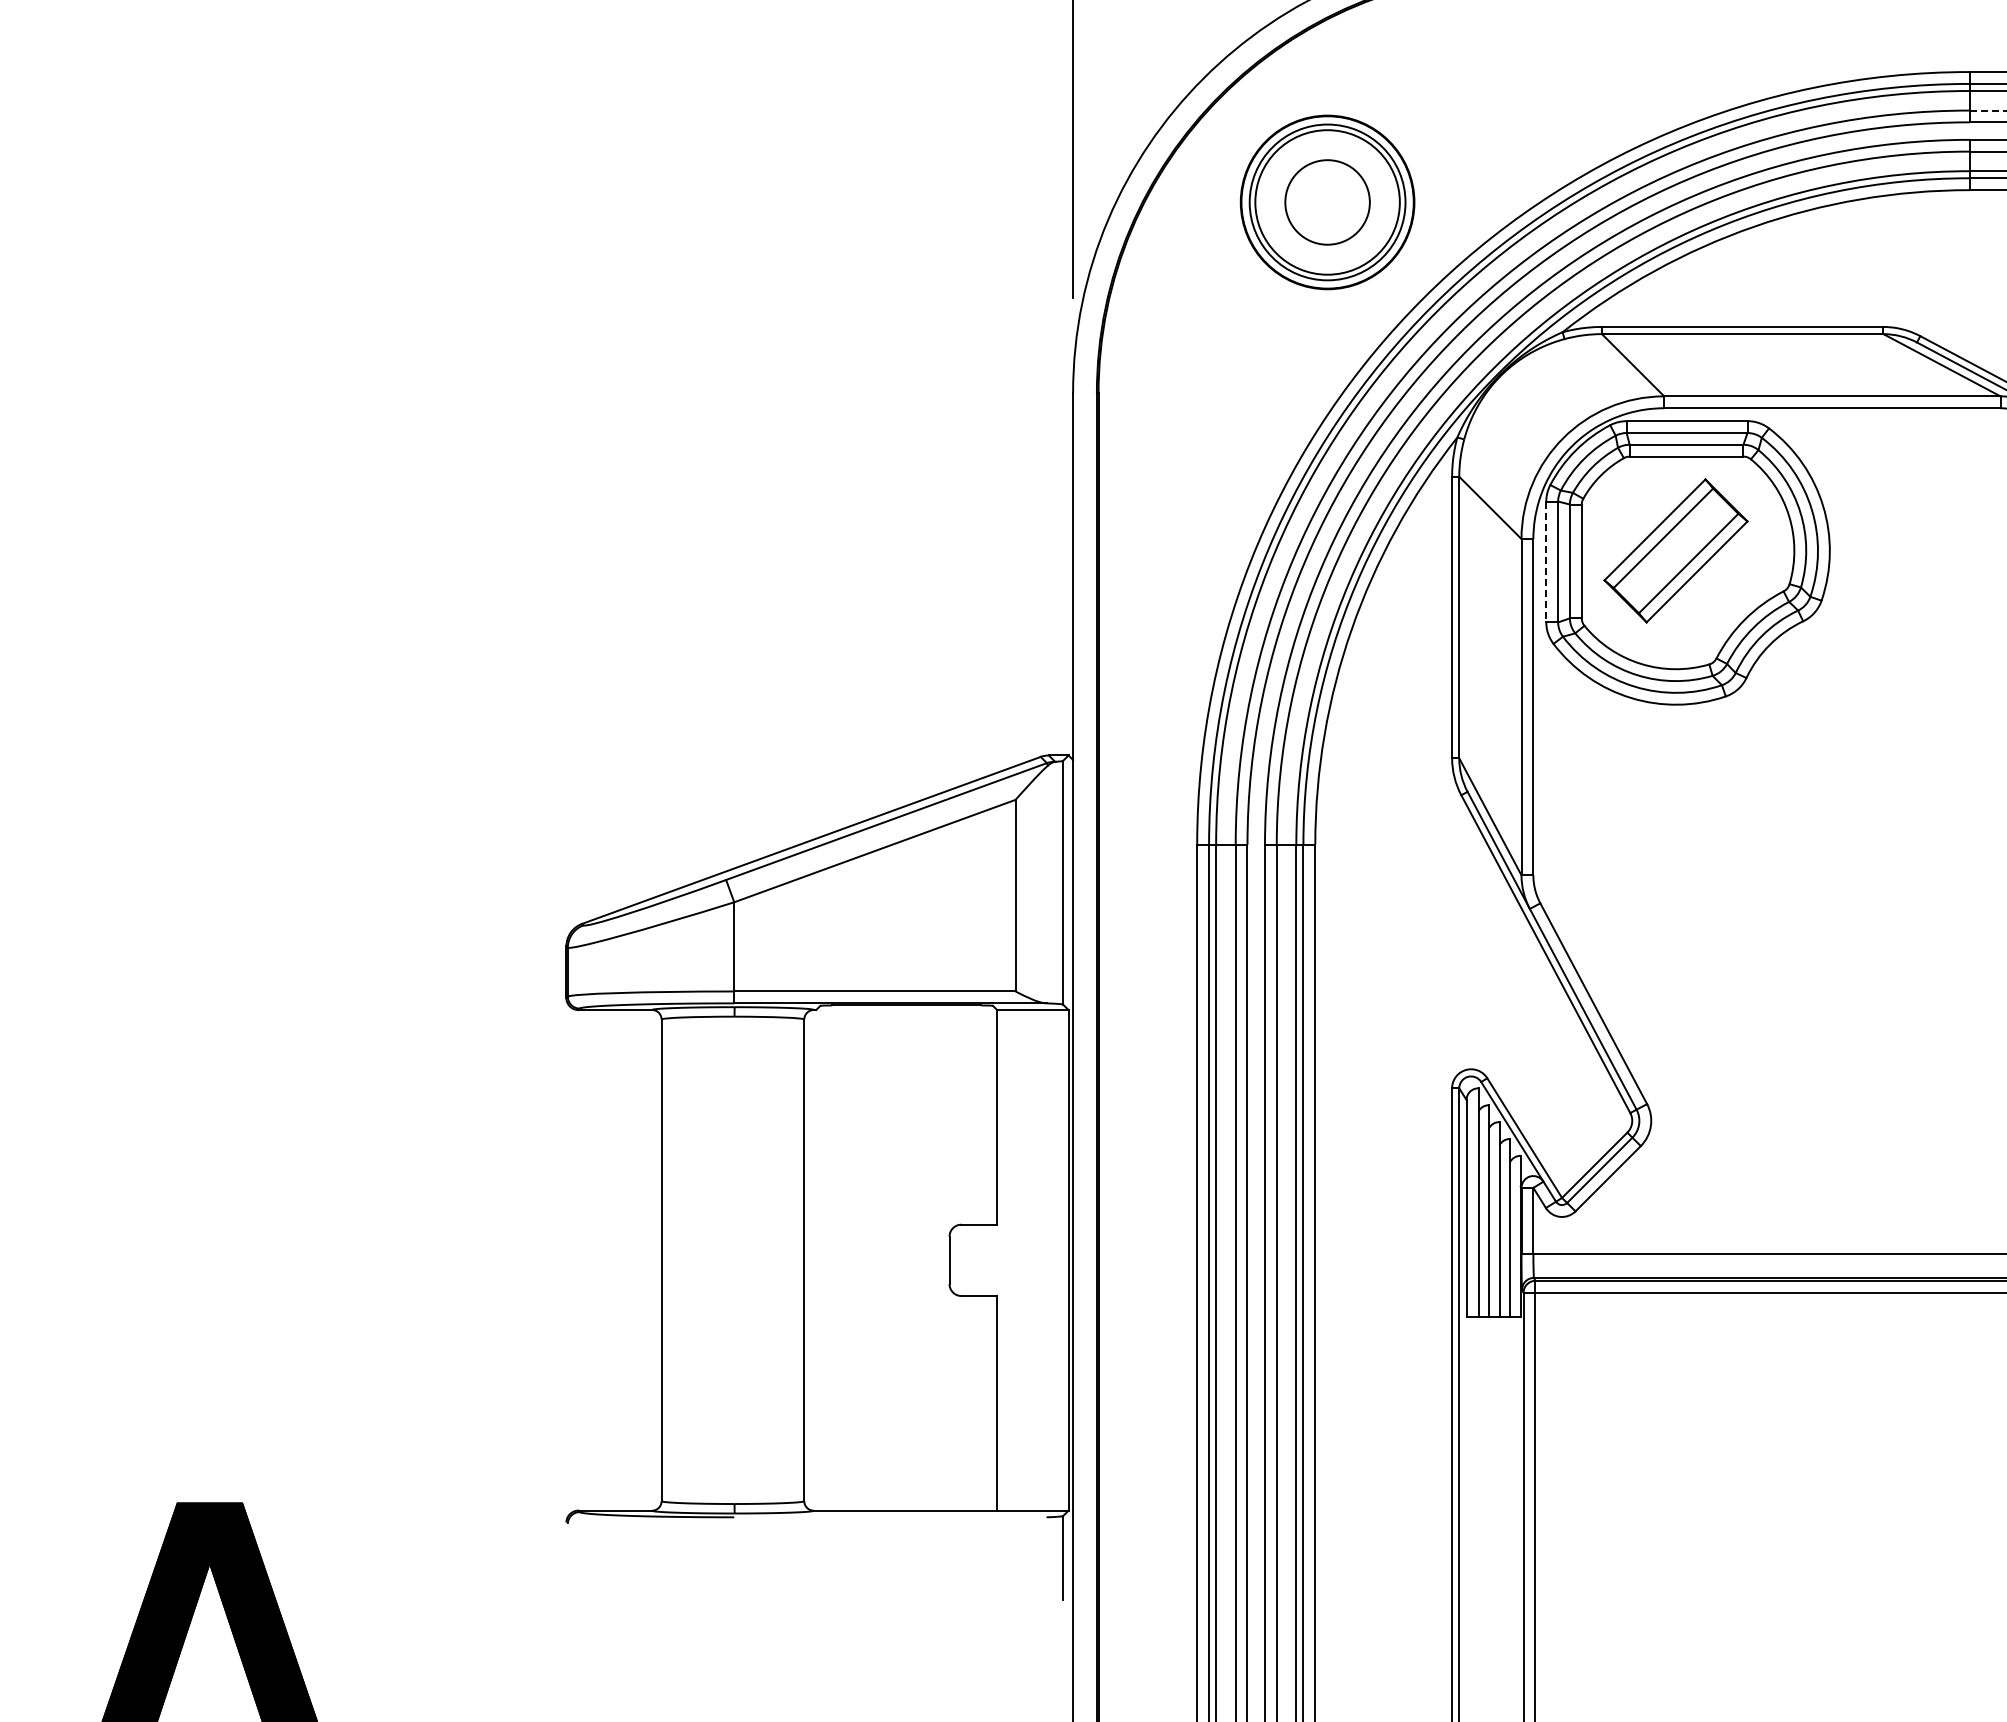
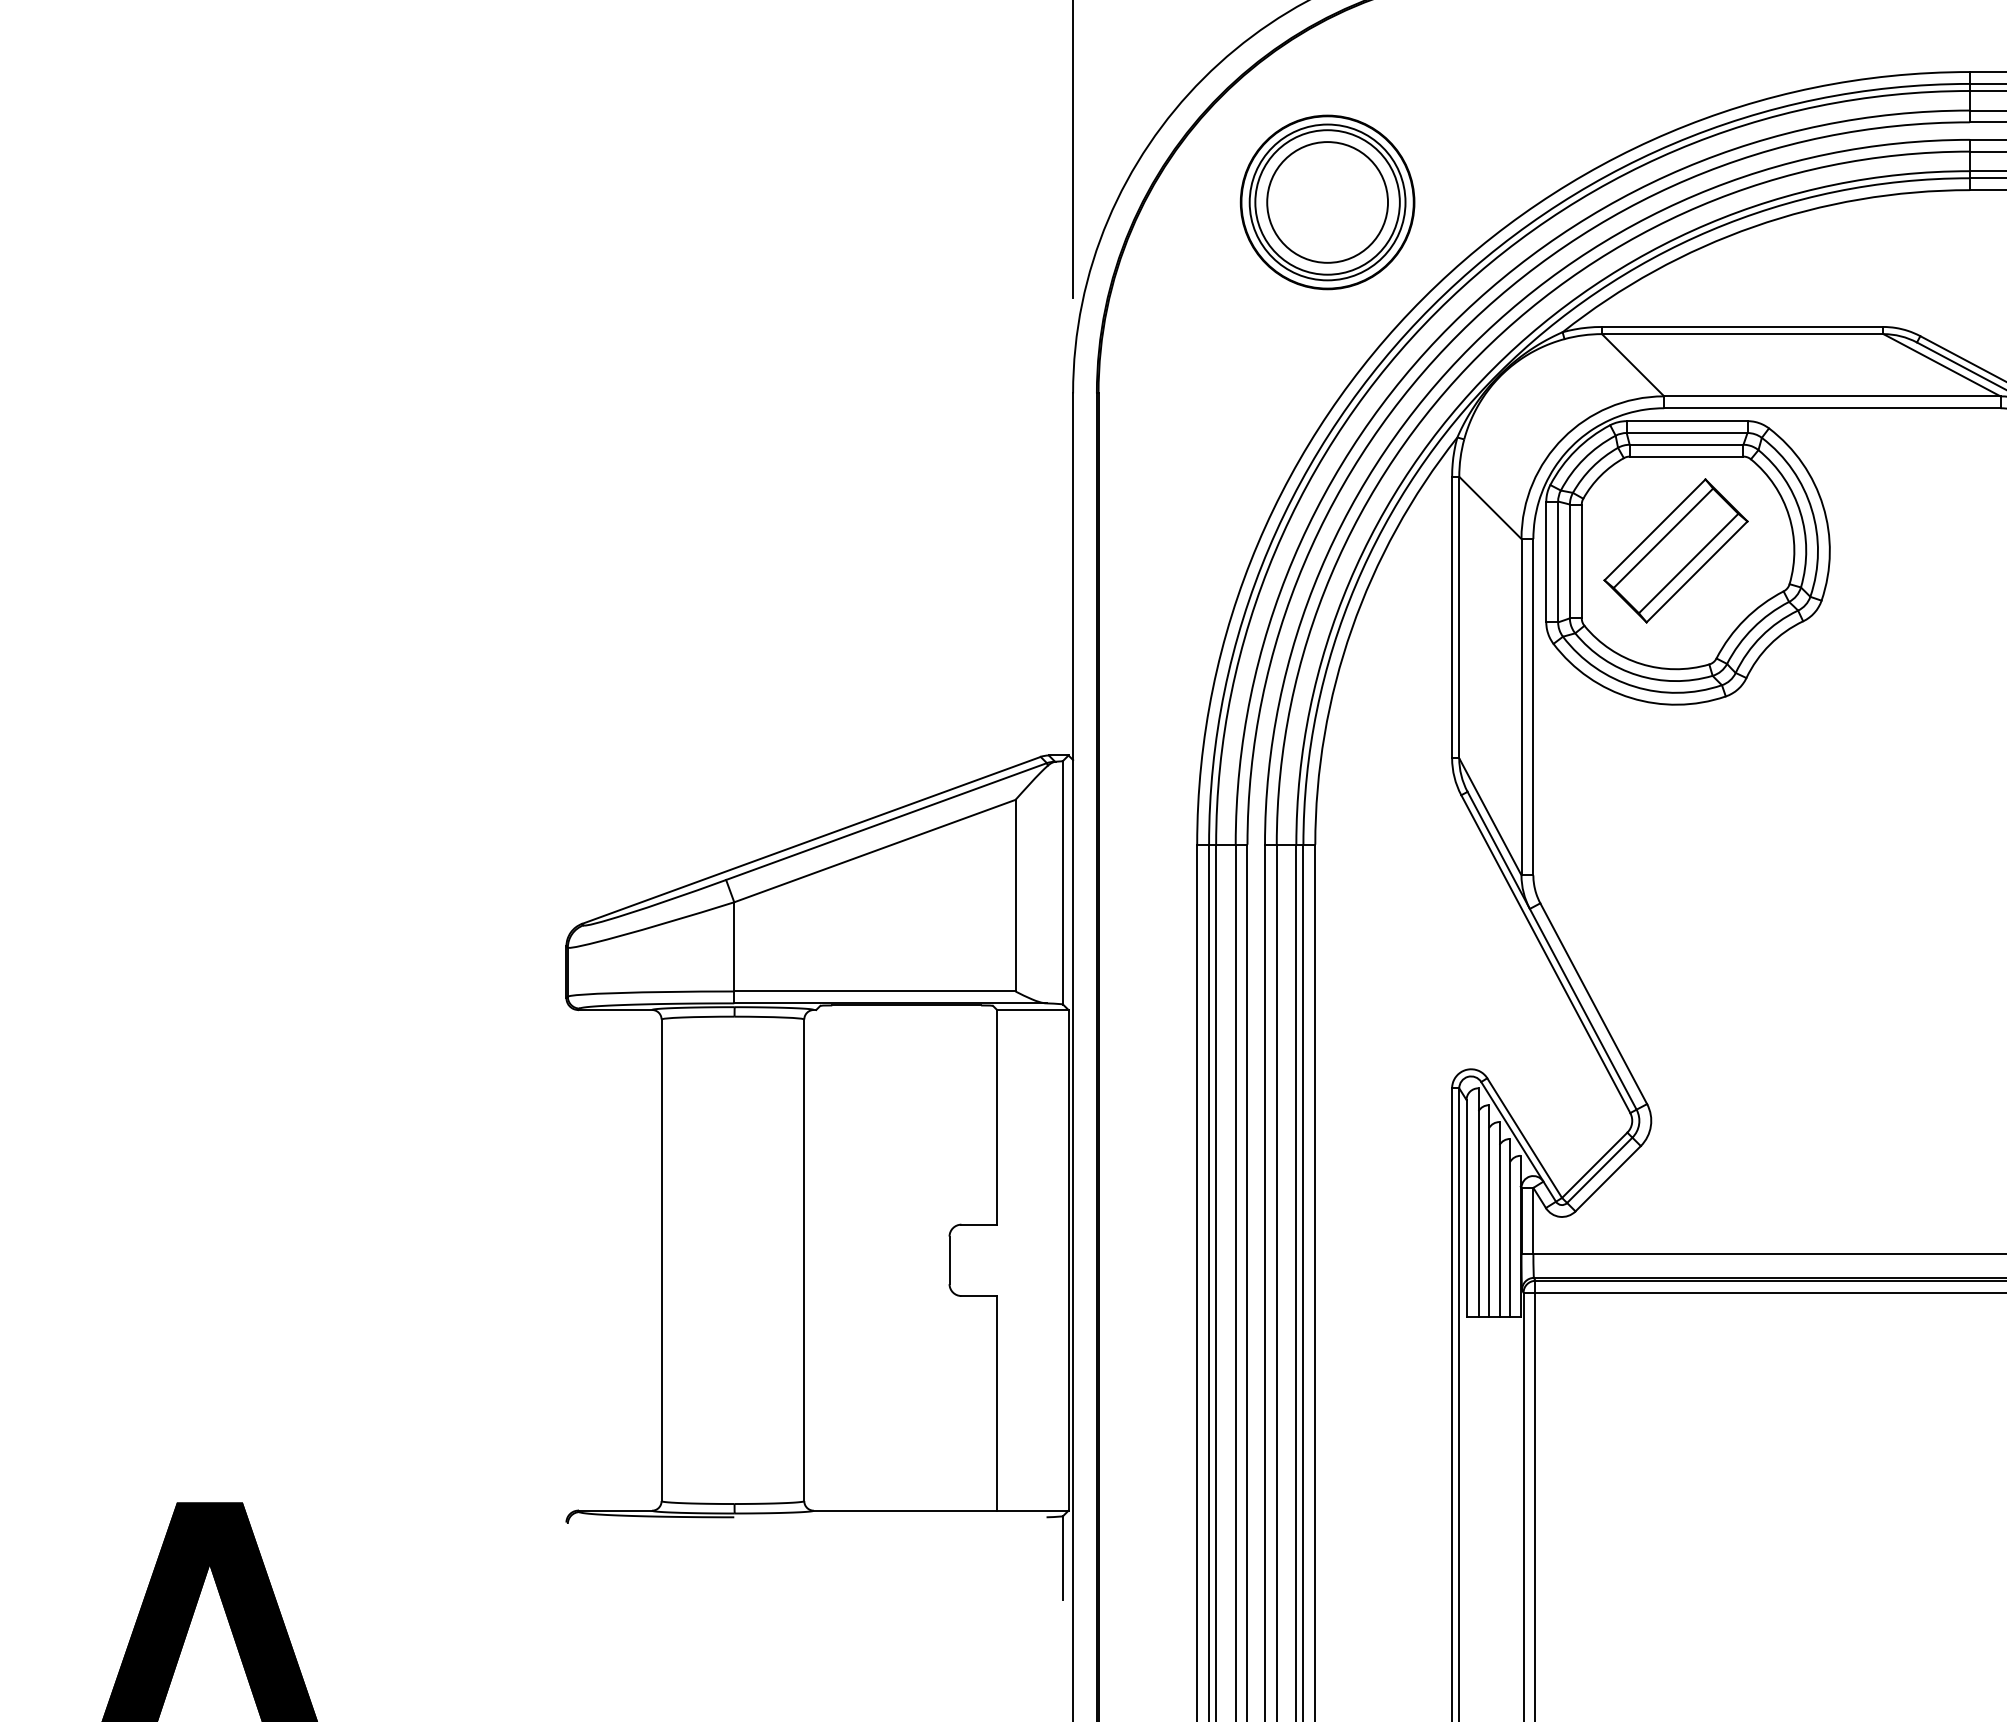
line at (1988, 110): dashed -> solid
circle at (1327, 202) diameter: 85 px -> 121 px
line at (1546, 562): dashed -> solid
